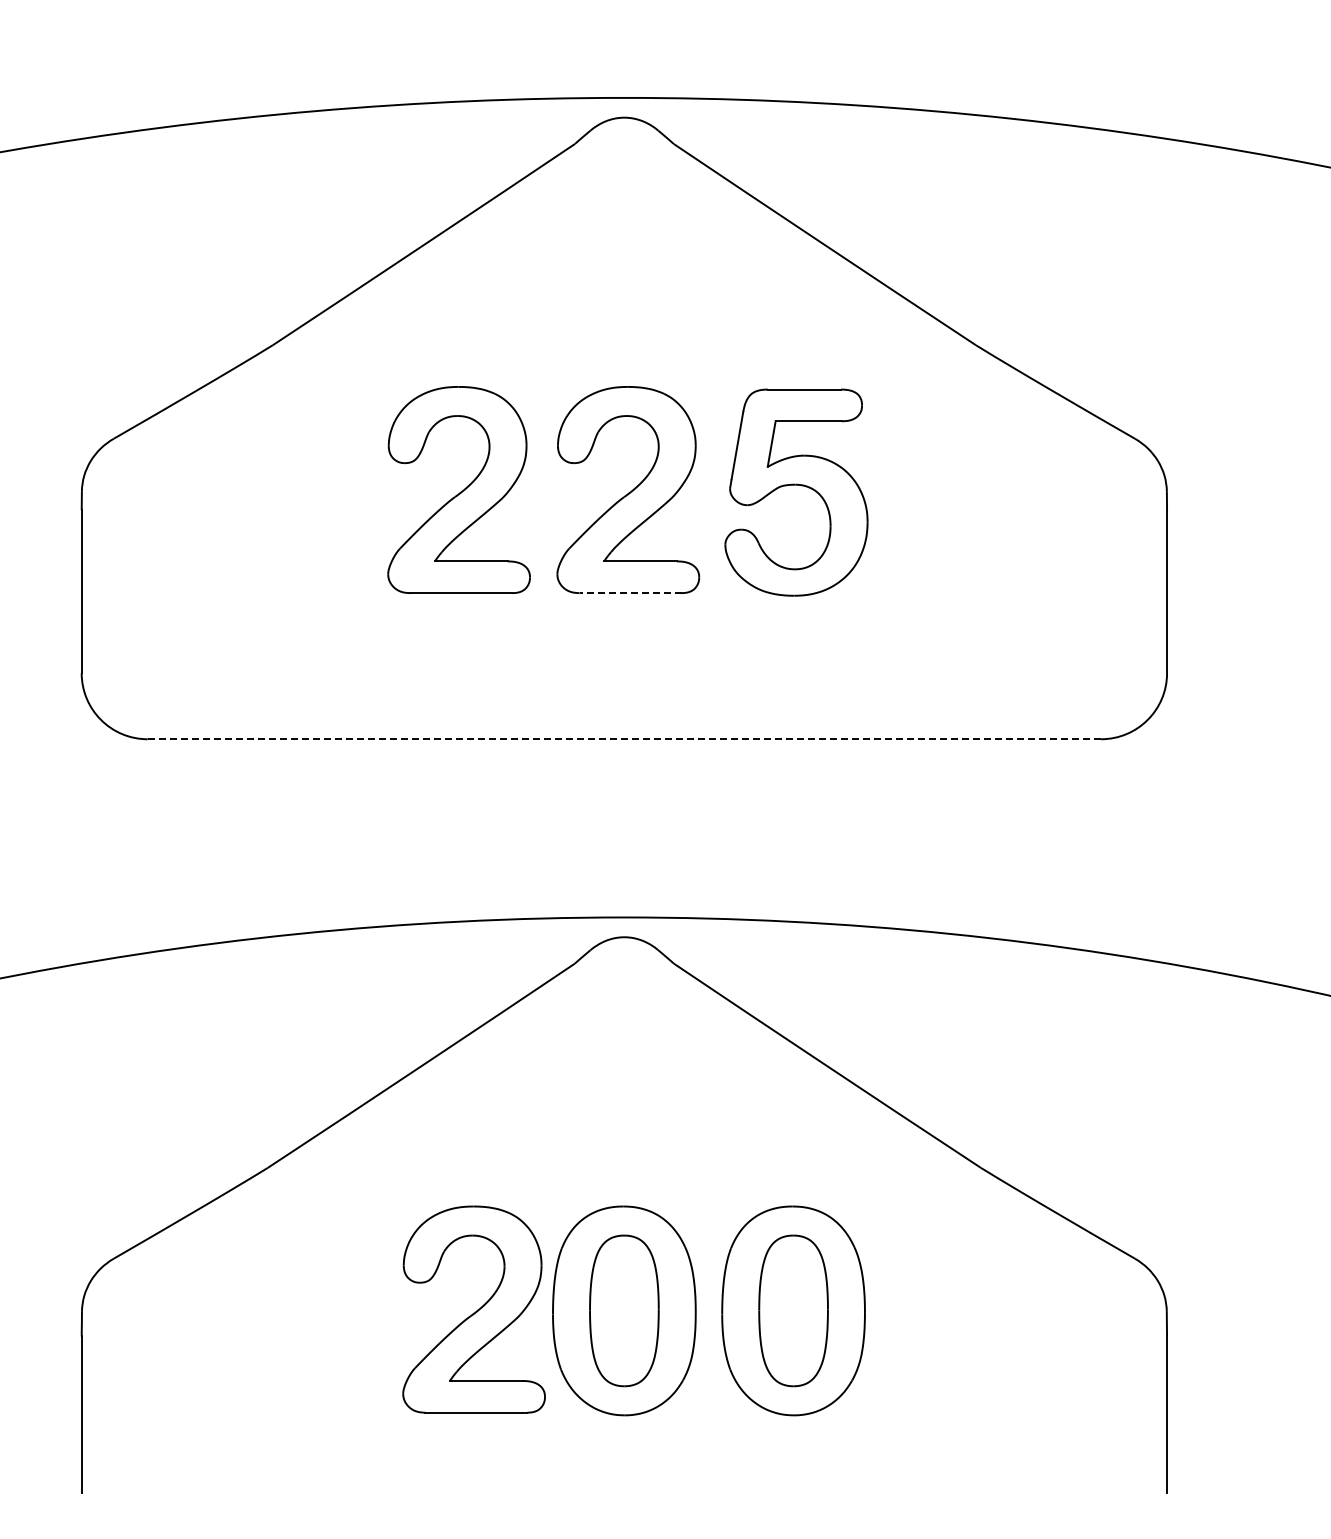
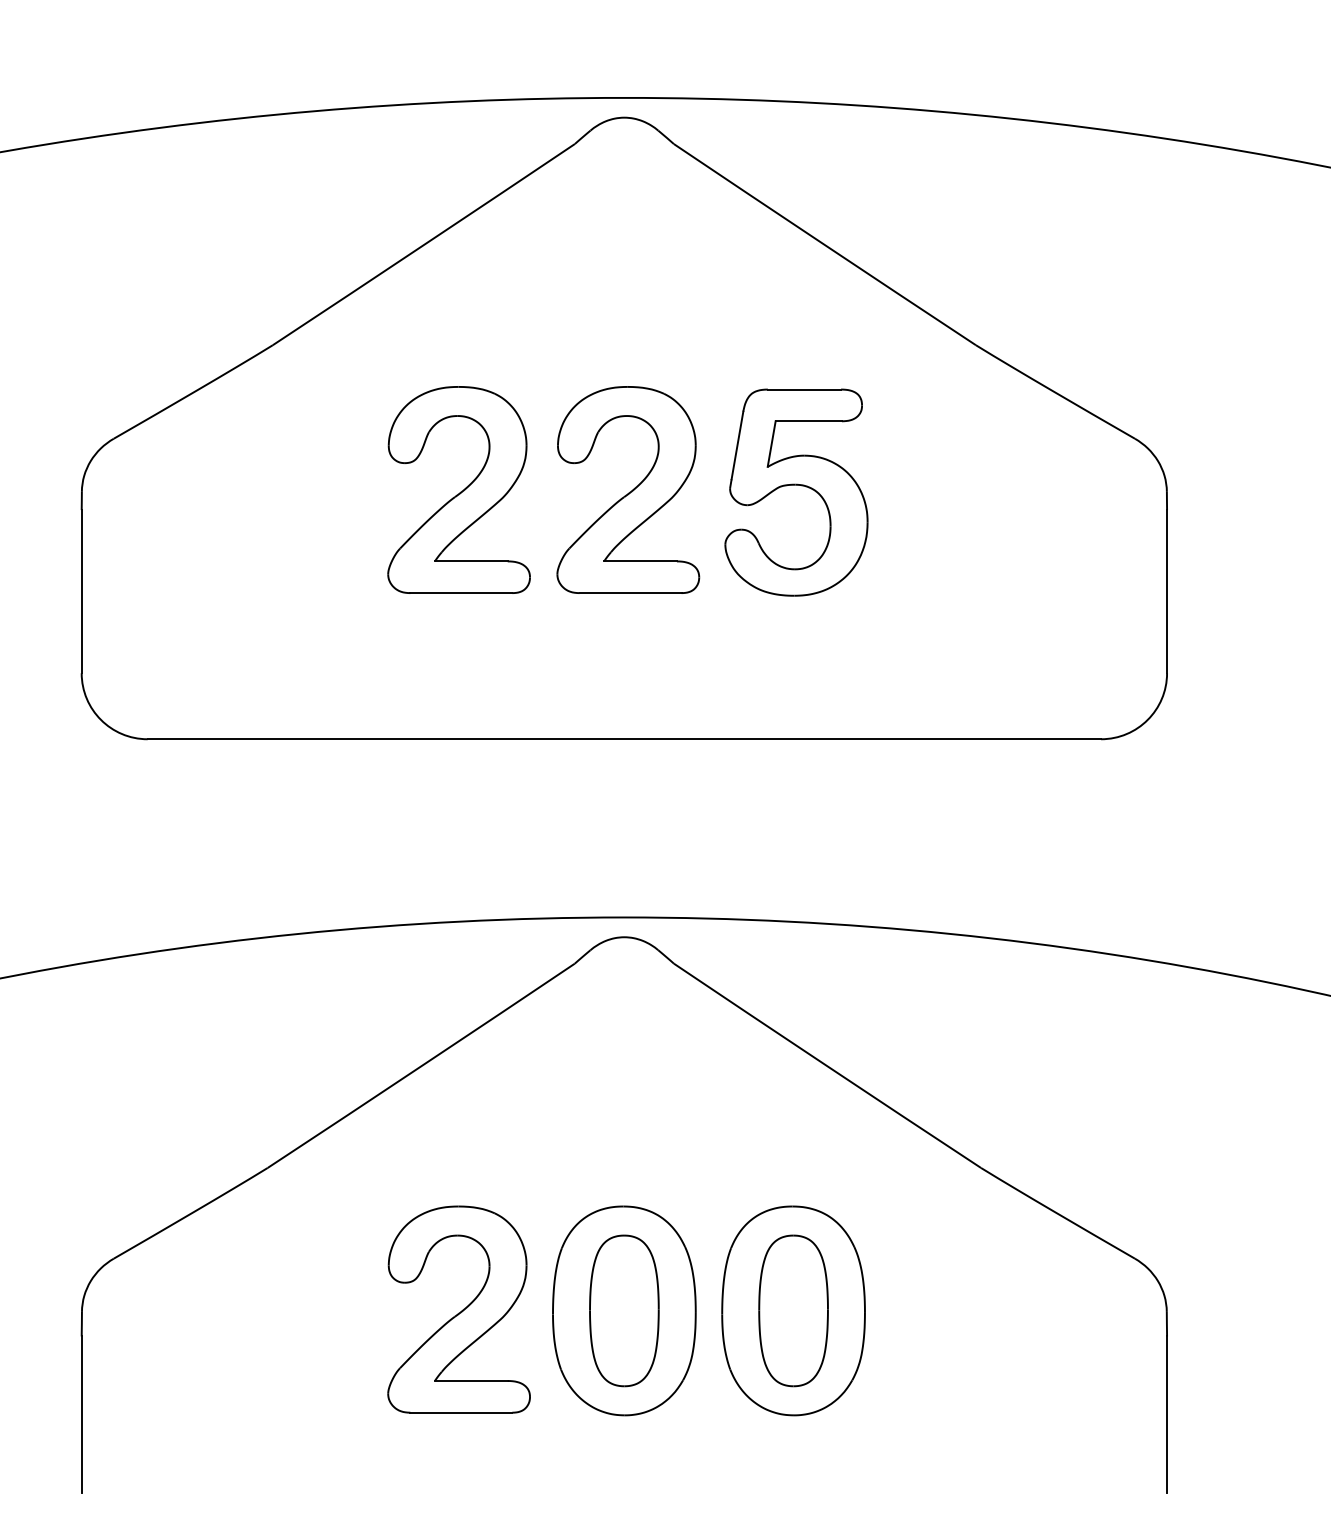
line at (630, 593): dashed -> solid
line at (624, 739): dashed -> solid
part at (473, 1309) position: (473, 1309) -> (458, 1309)
